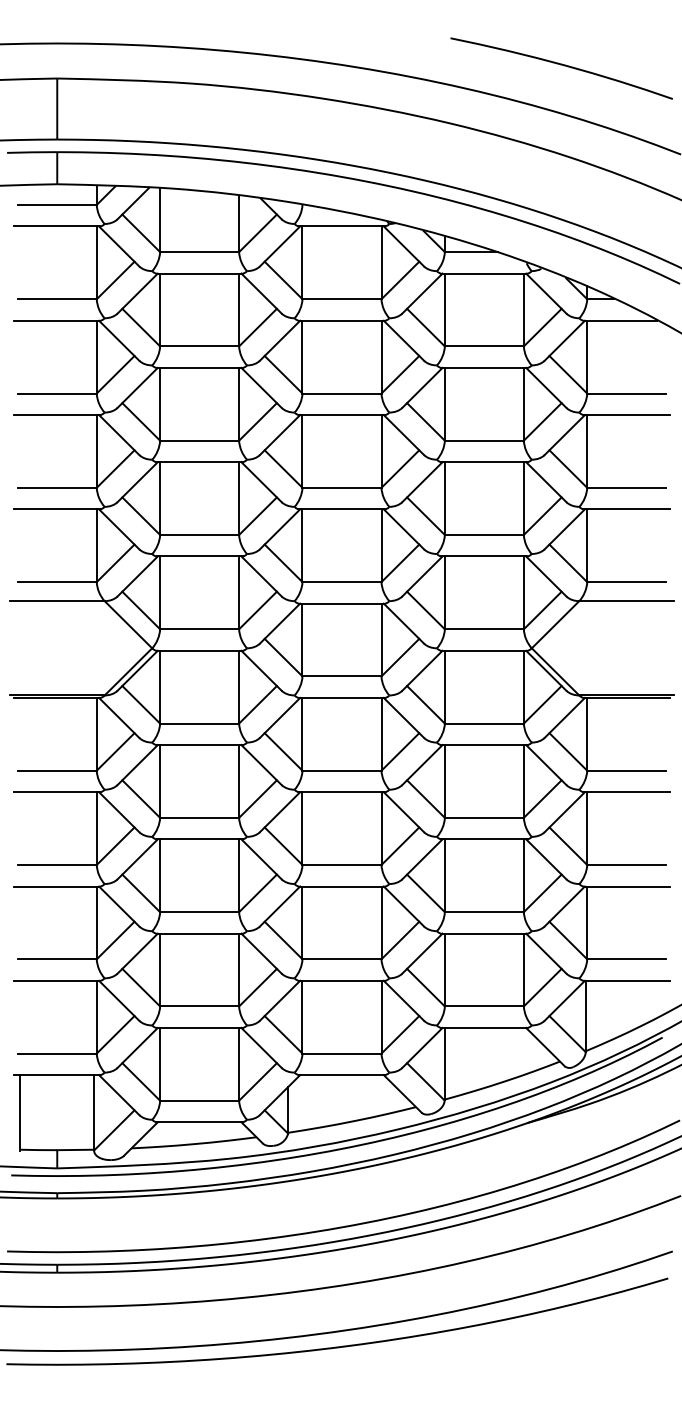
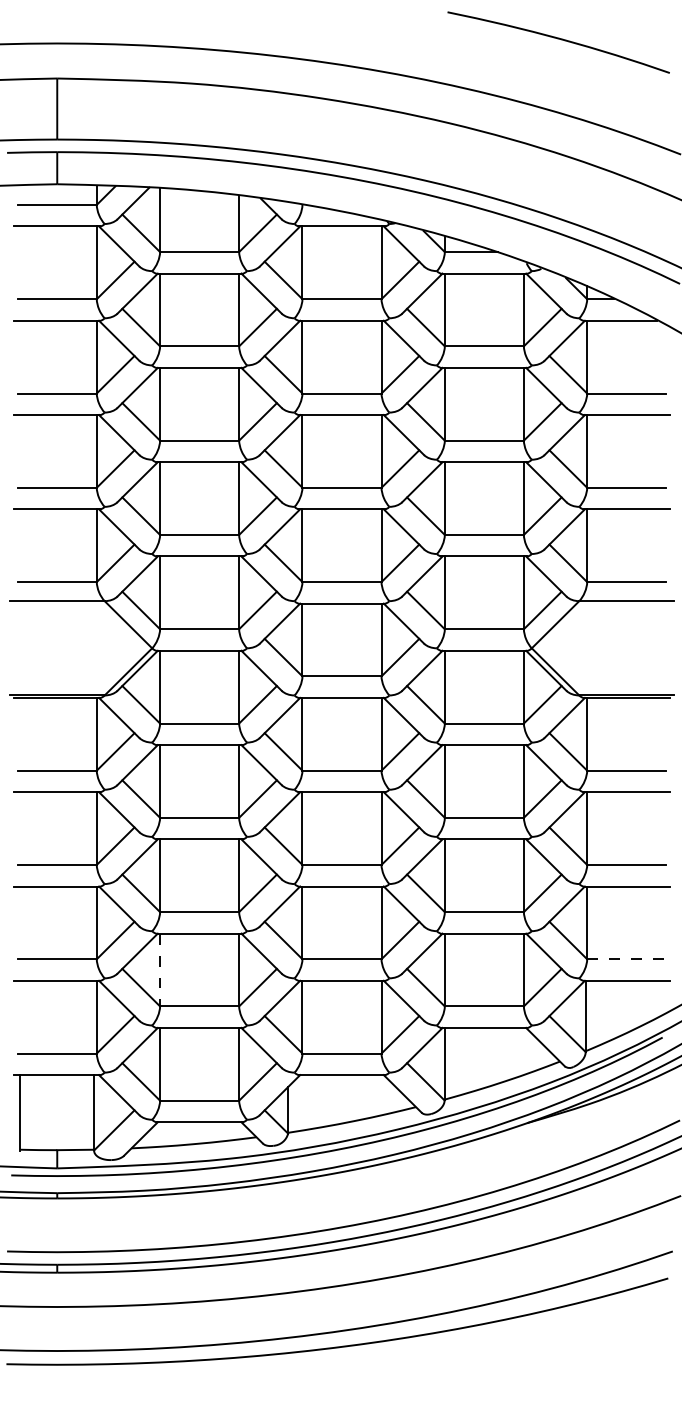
curve at (561, 65) position: (561, 65) -> (558, 39)
line at (626, 959): solid -> dashed
line at (160, 970): solid -> dashed
